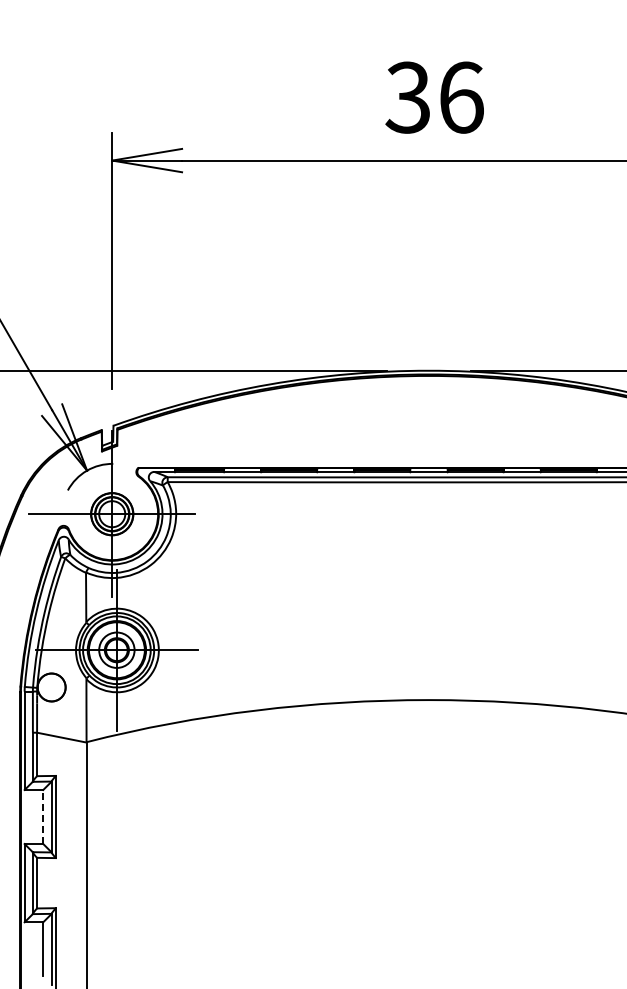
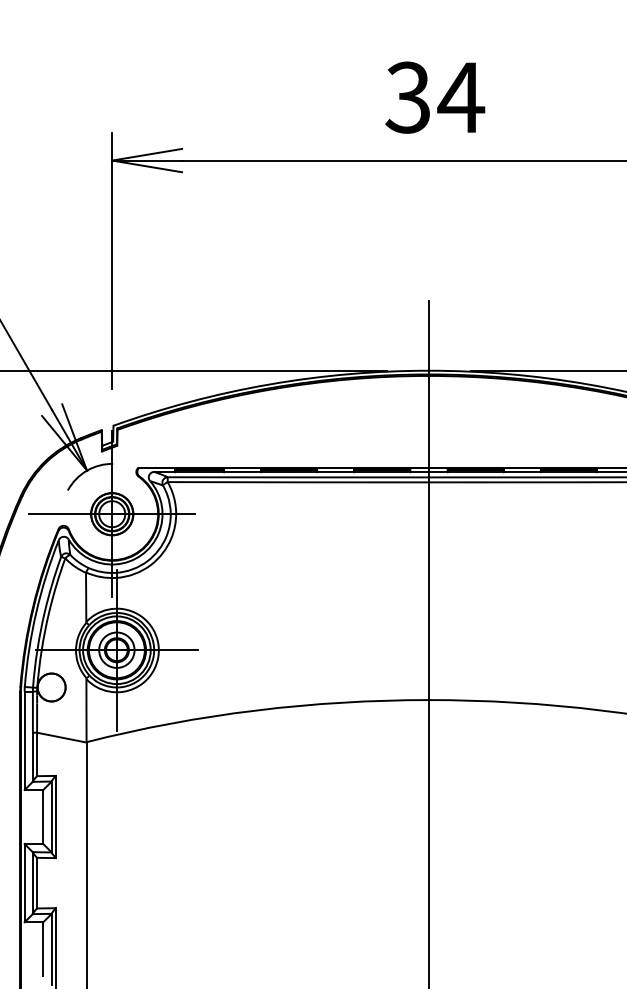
text at (461, 97): 36 -> 34
line at (429, 642): none -> present
line at (43, 816): dashed -> solid
